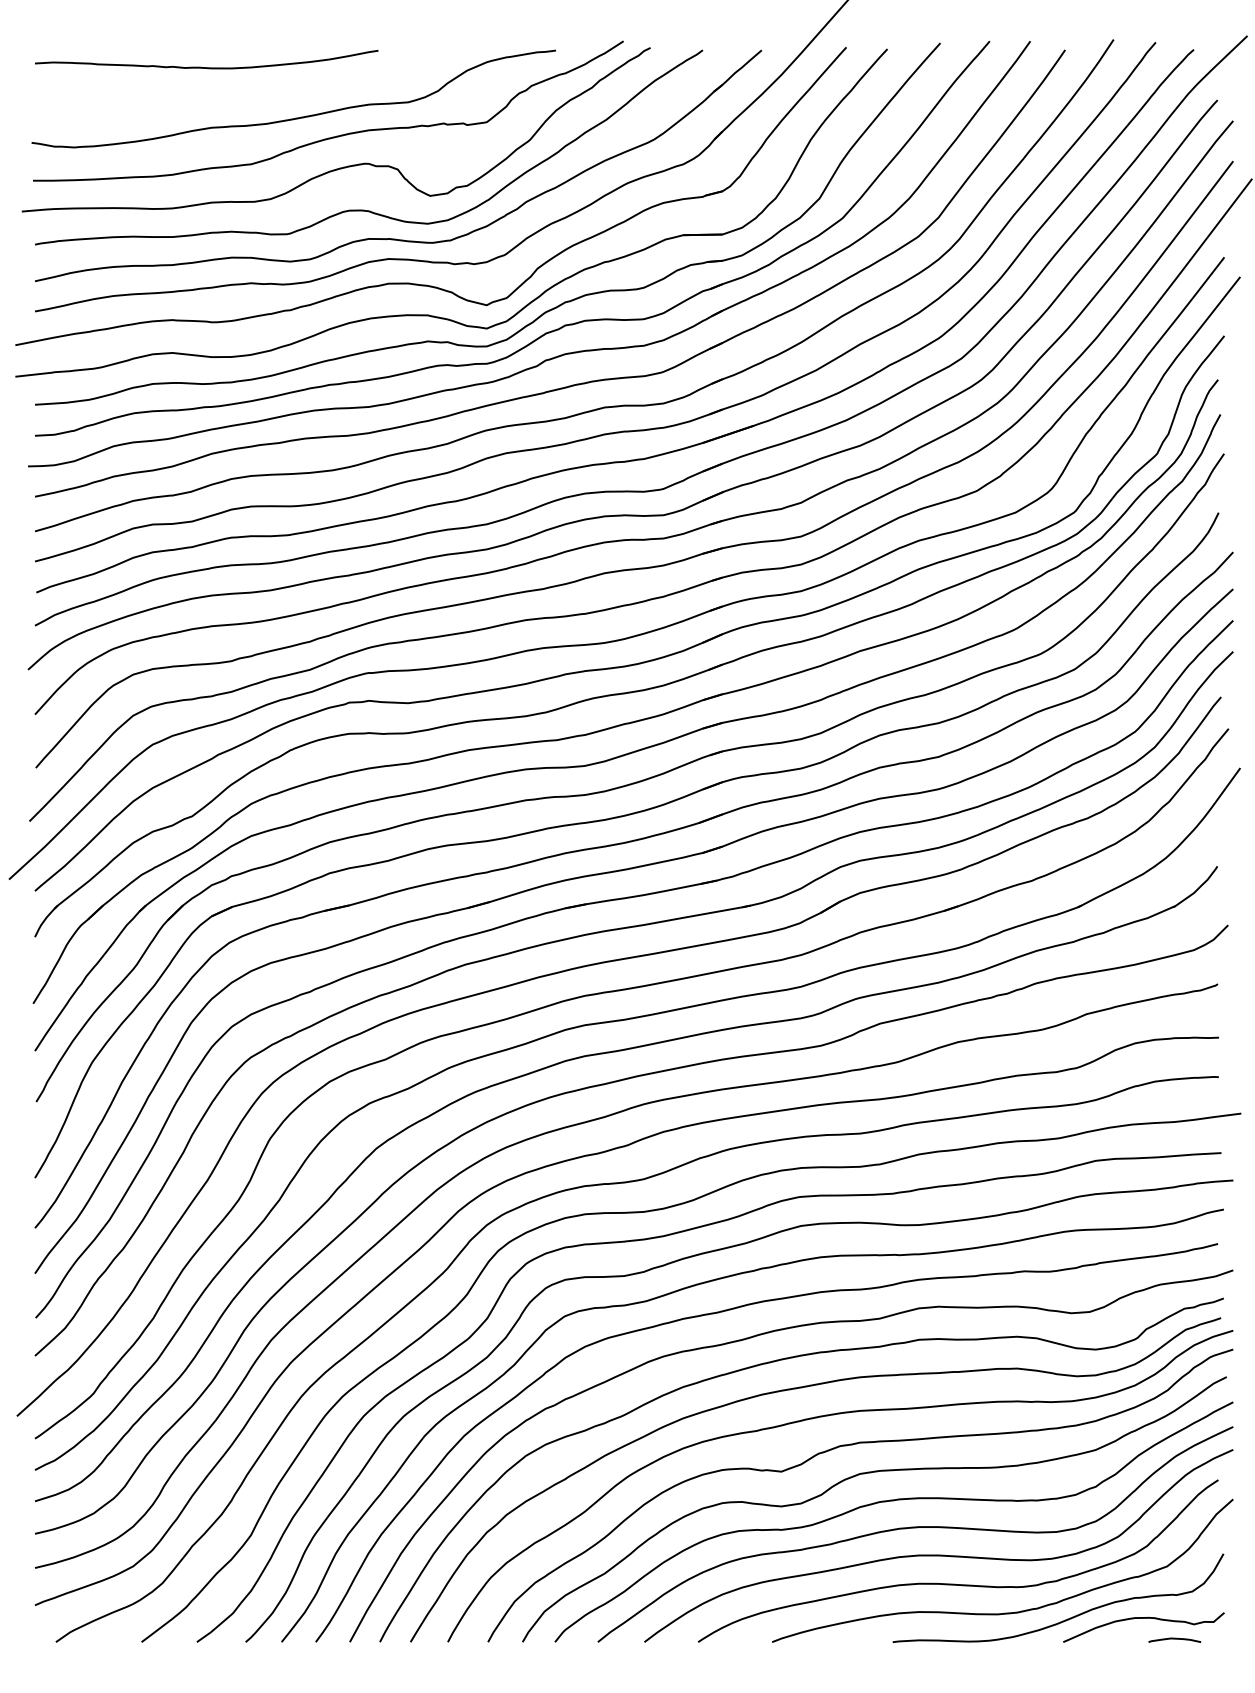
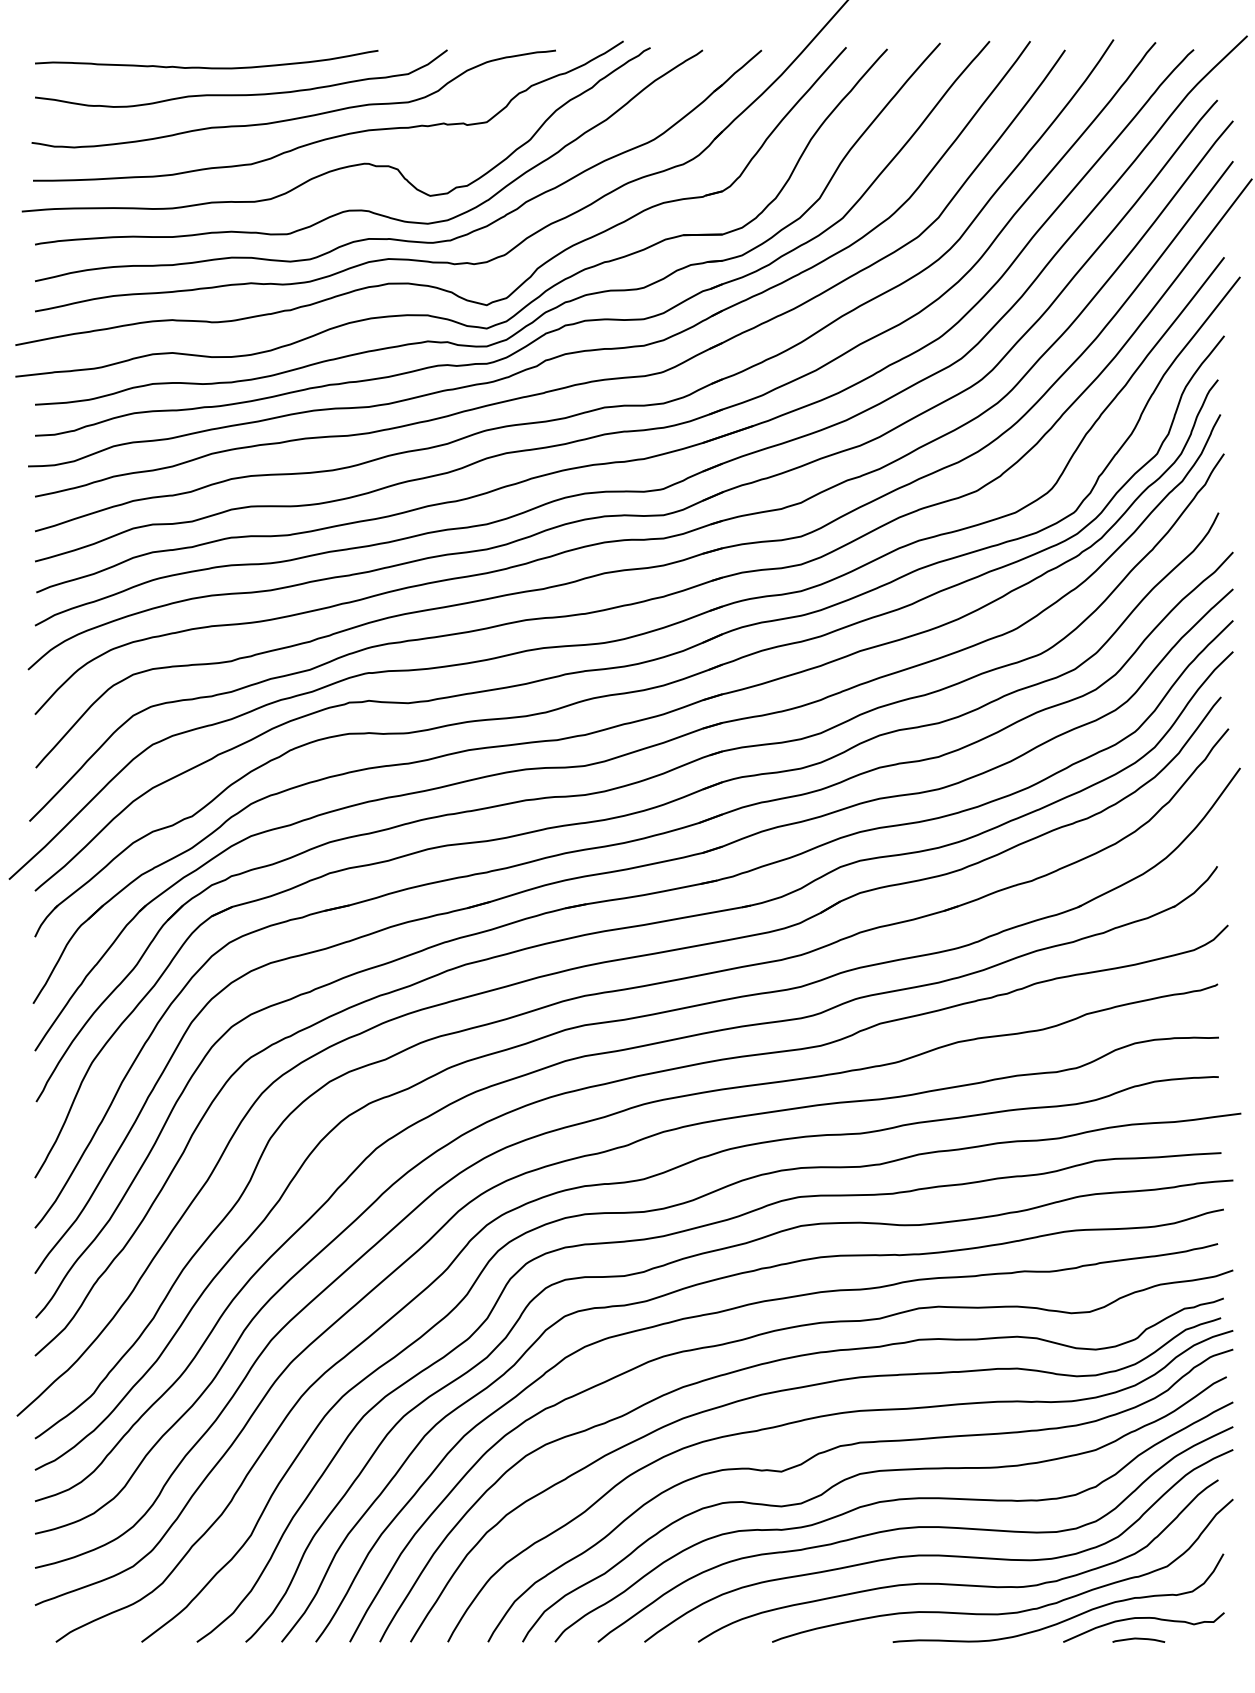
curve at (241, 94): none -> present
curve at (1174, 1639) position: (1174, 1639) -> (1138, 1639)
